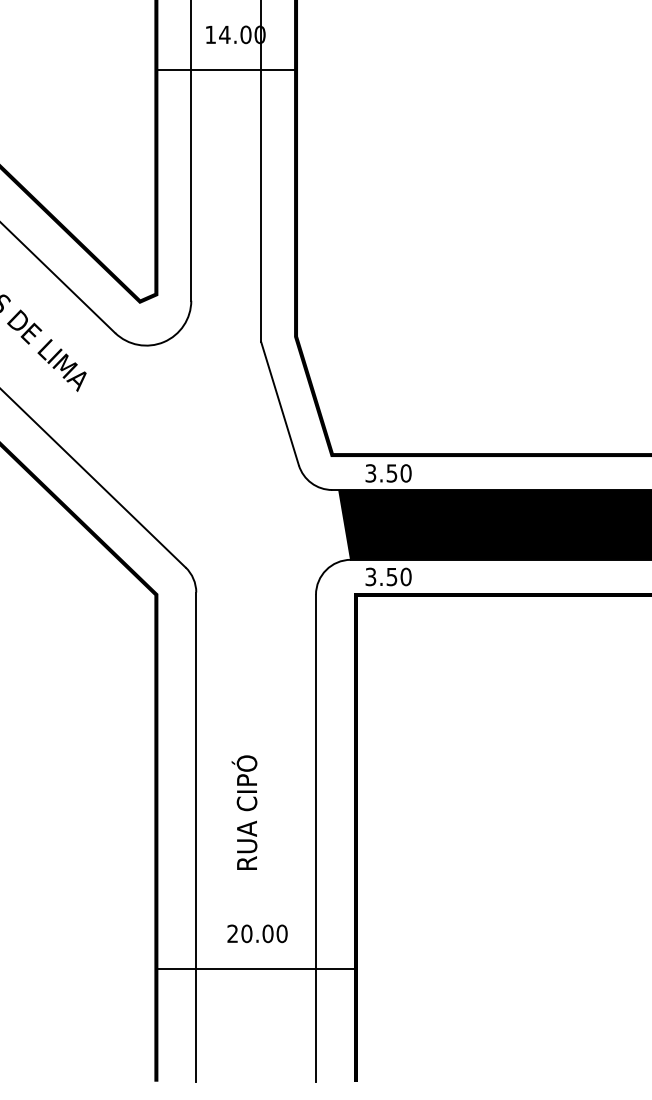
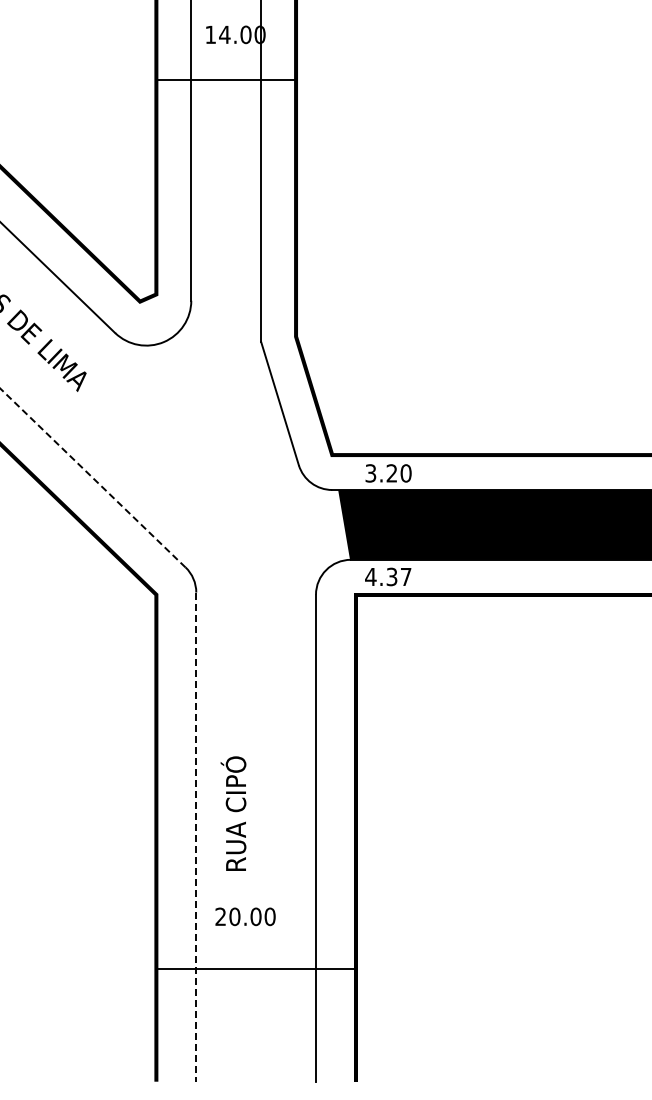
line at (226, 70) position: (226, 70) -> (226, 80)
text at (391, 473): 3.50 -> 3.20
line at (92, 478): solid -> dashed
text at (388, 576): 3.50 -> 4.37
text at (244, 812) position: (244, 812) -> (233, 813)
line at (196, 837): solid -> dashed
text at (257, 933) position: (257, 933) -> (245, 916)
